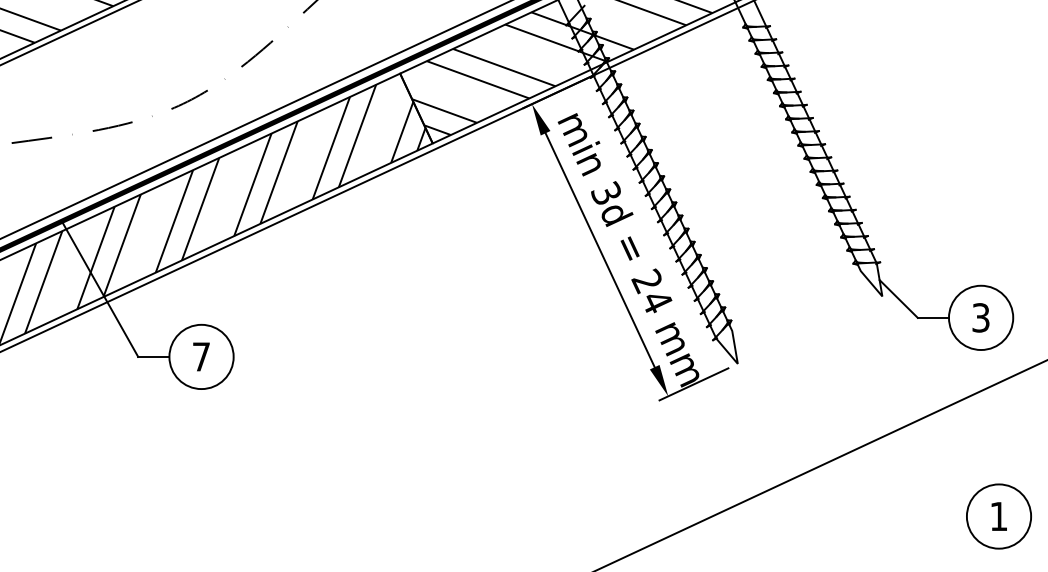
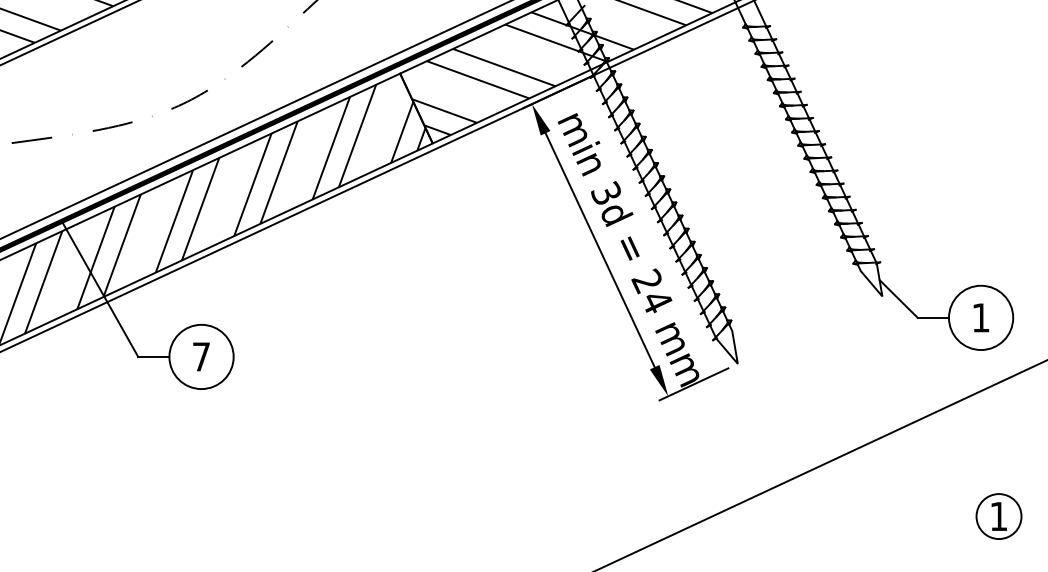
text at (980, 317): 3 -> 1
circle at (998, 516) diameter: 64 px -> 45 px
